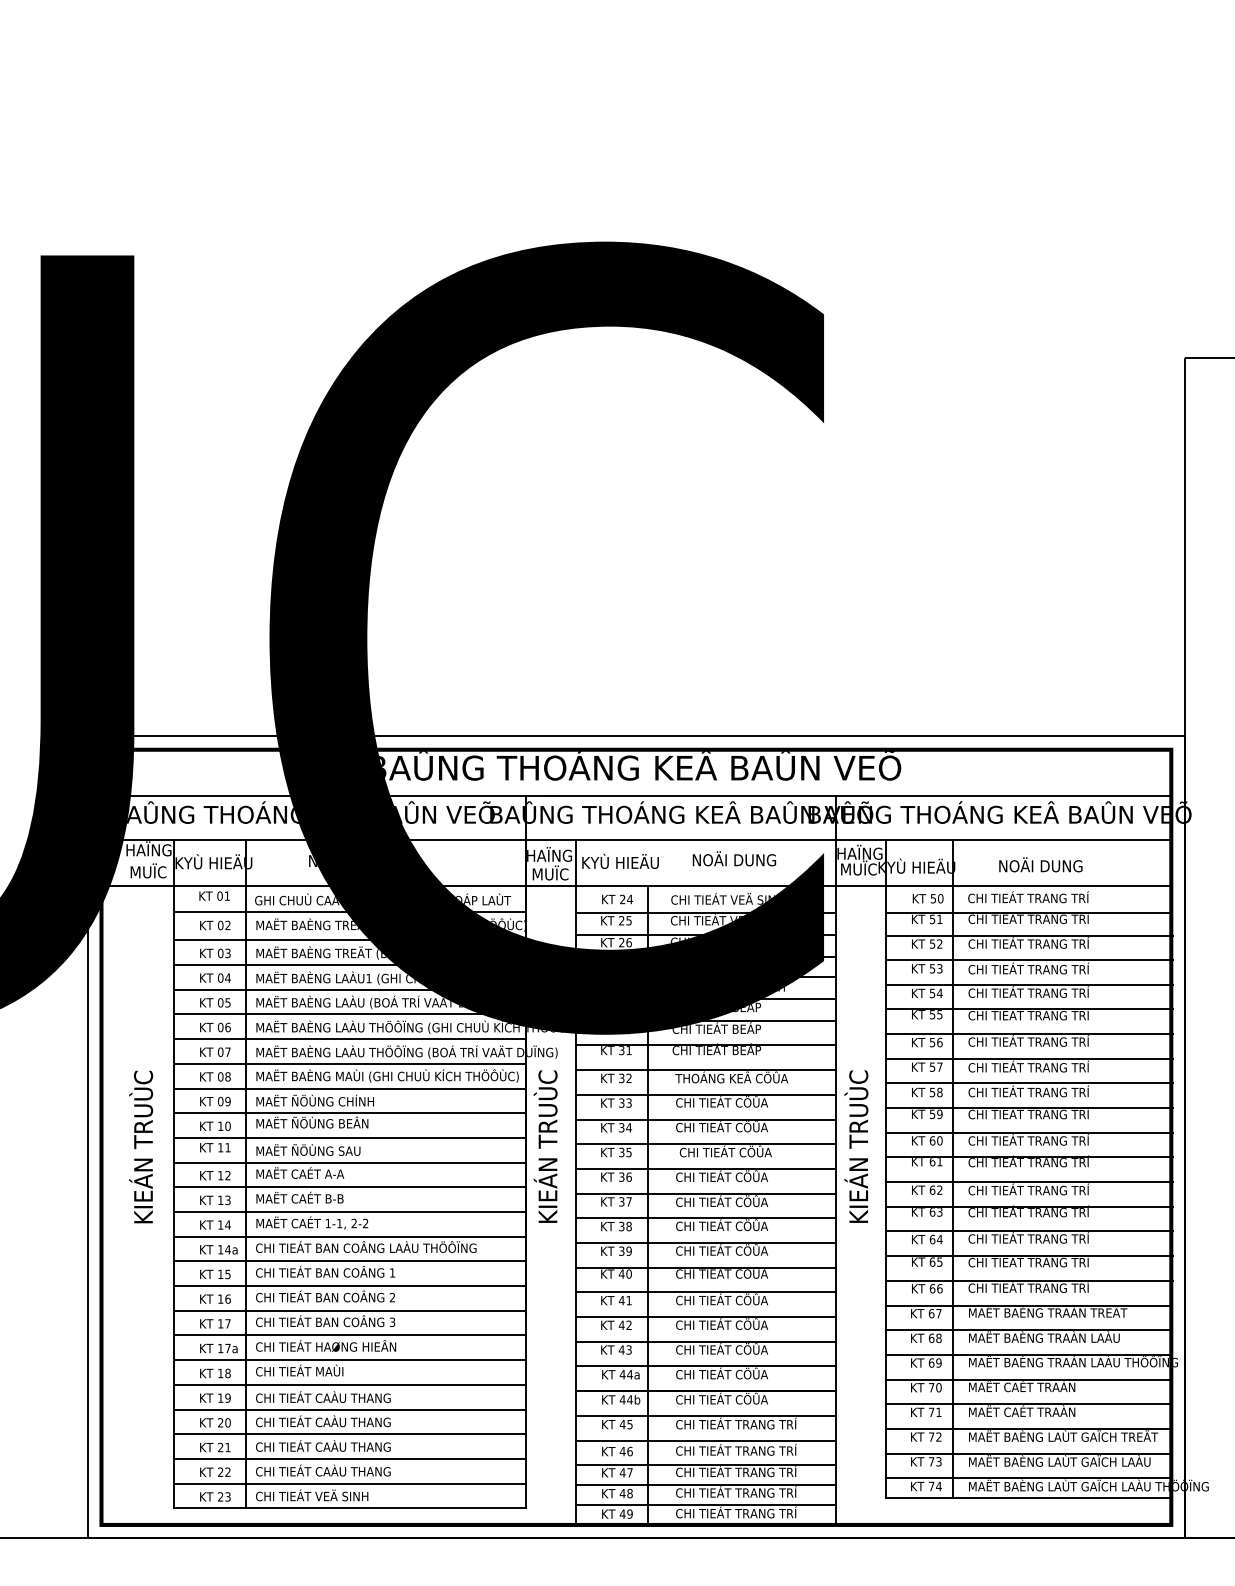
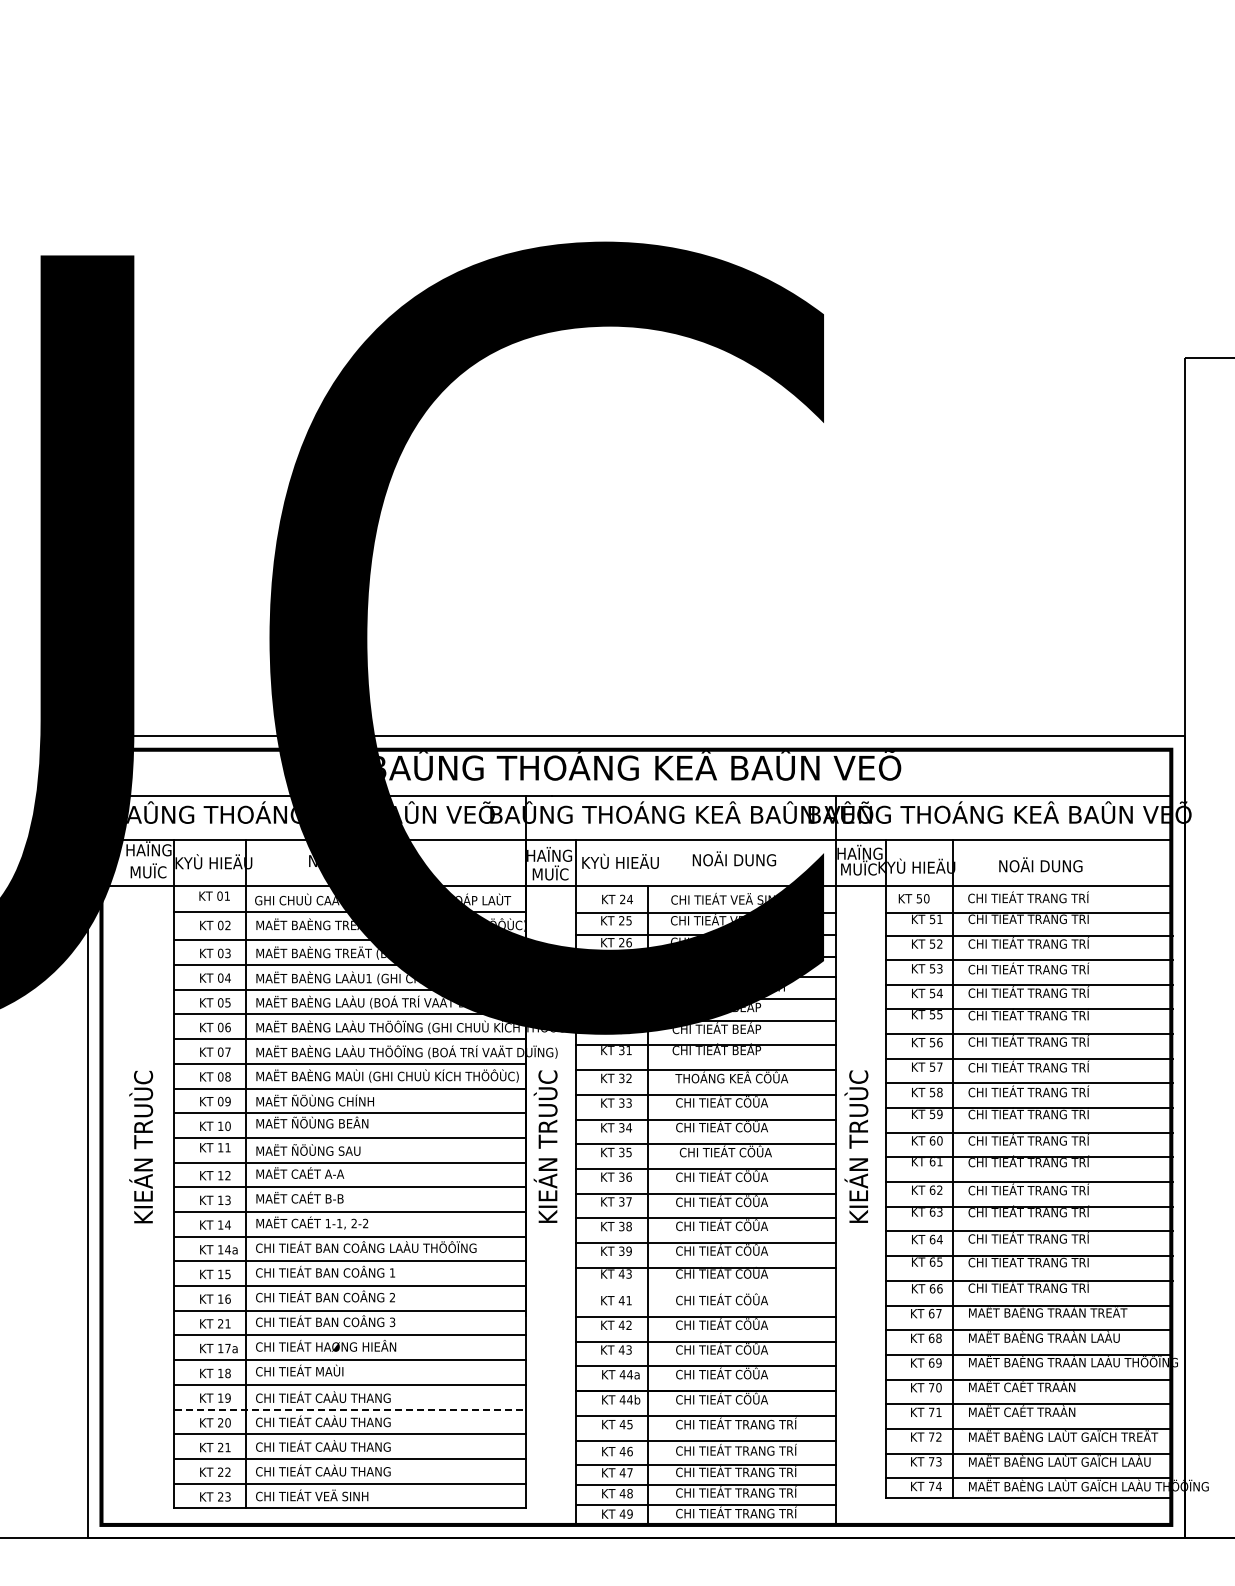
text at (927, 898) position: (927, 898) -> (913, 898)
text at (628, 1273): 40 -> 43
line at (705, 1292): present -> none
text at (224, 1323): 17 -> 21
line at (350, 1409): solid -> dashed
